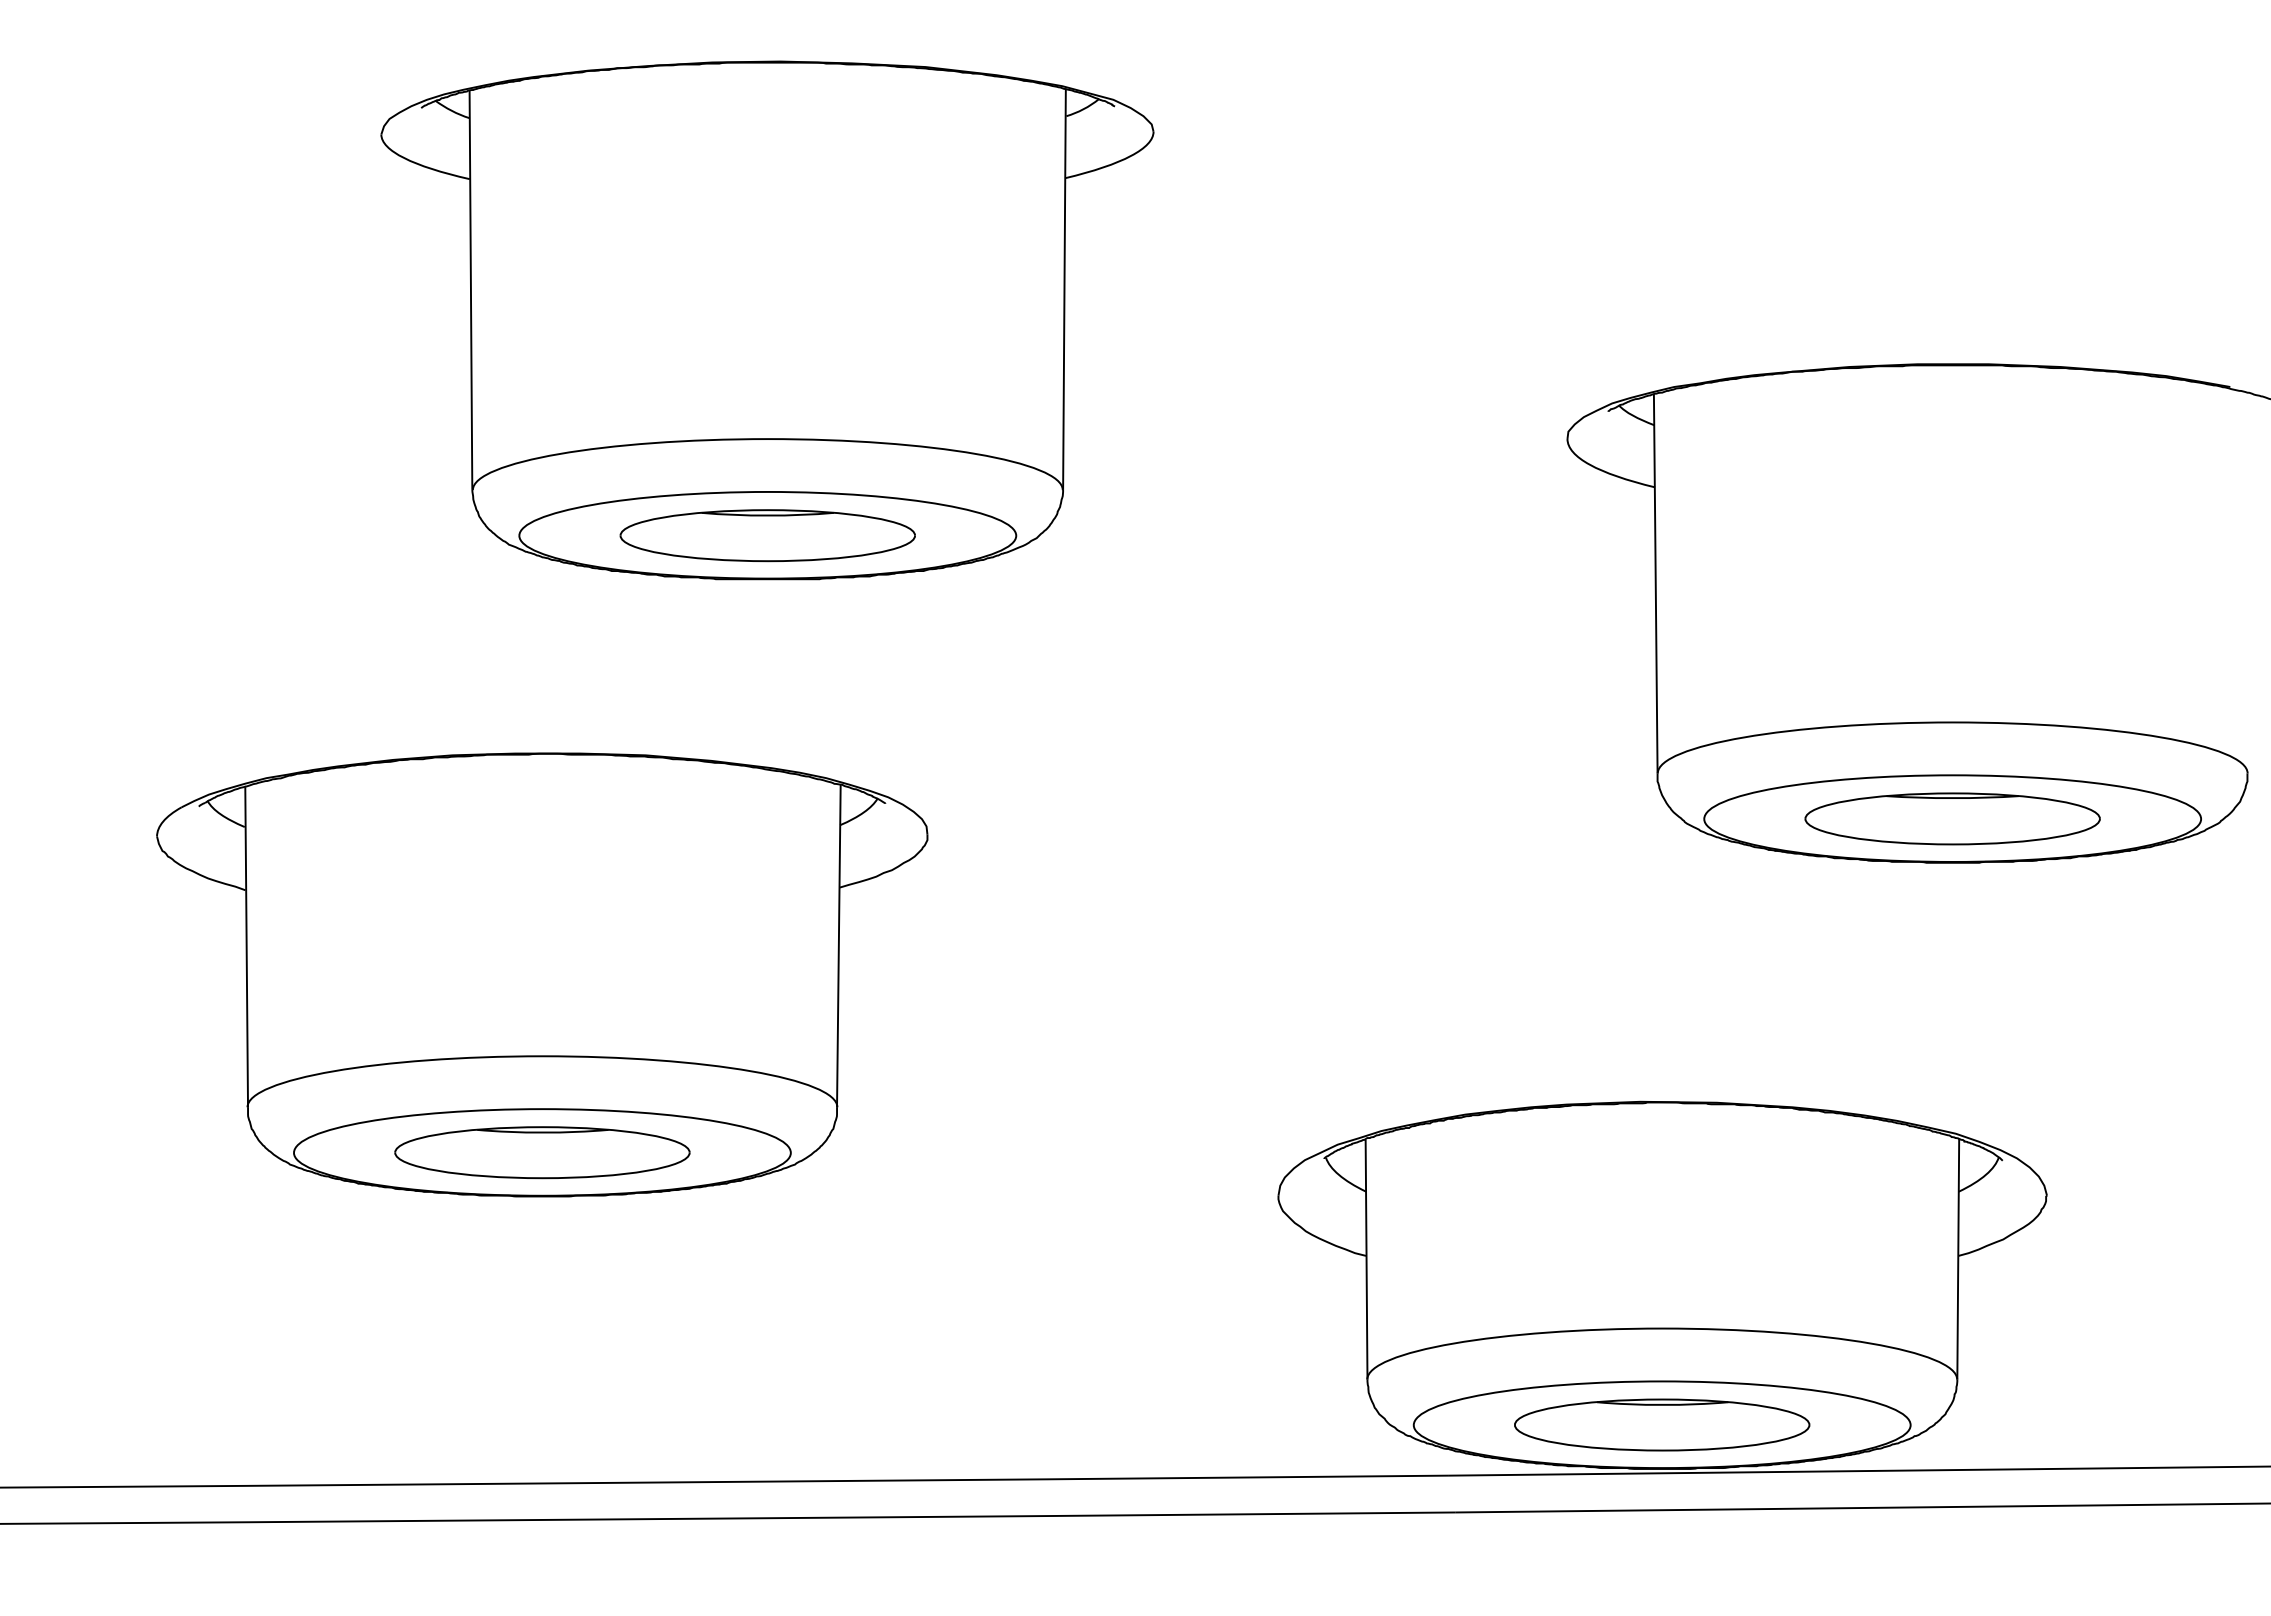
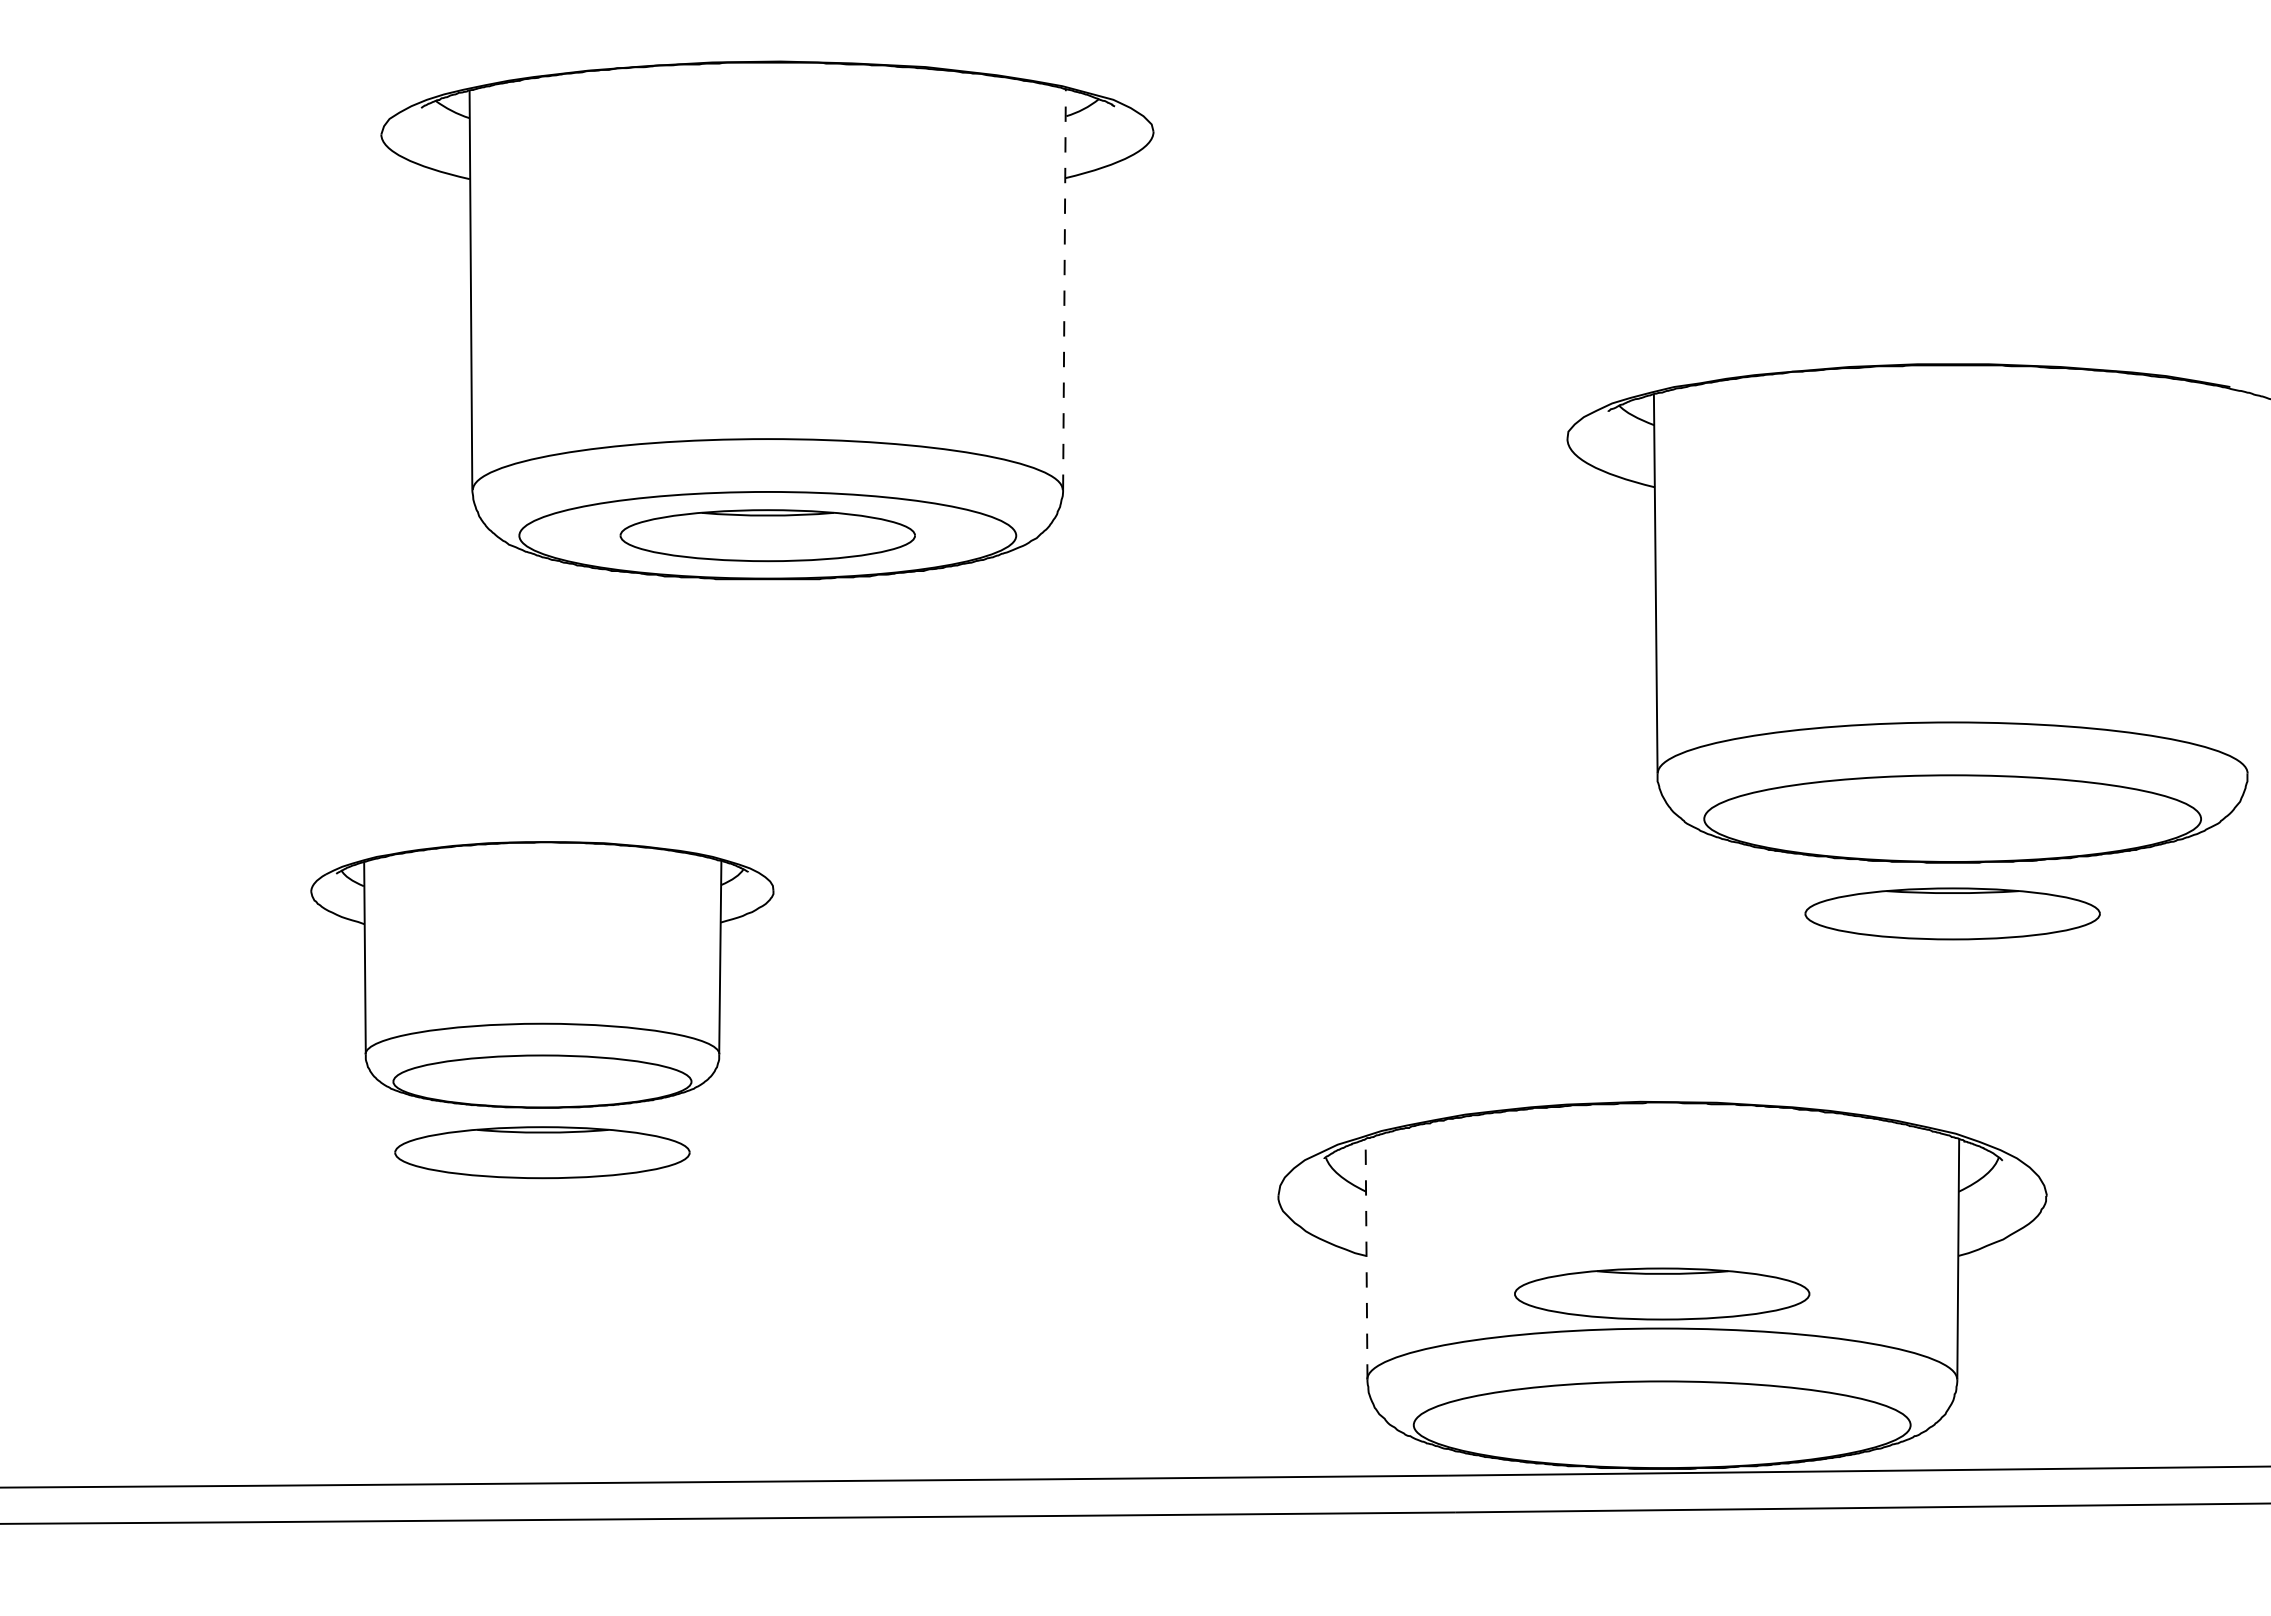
line at (1064, 289): solid -> dashed
part at (1952, 818) position: (1952, 818) -> (1952, 913)
part at (542, 974) size: 773x446 px -> 465x268 px
line at (1366, 1259): solid -> dashed
part at (1662, 1424) position: (1662, 1424) -> (1662, 1293)
